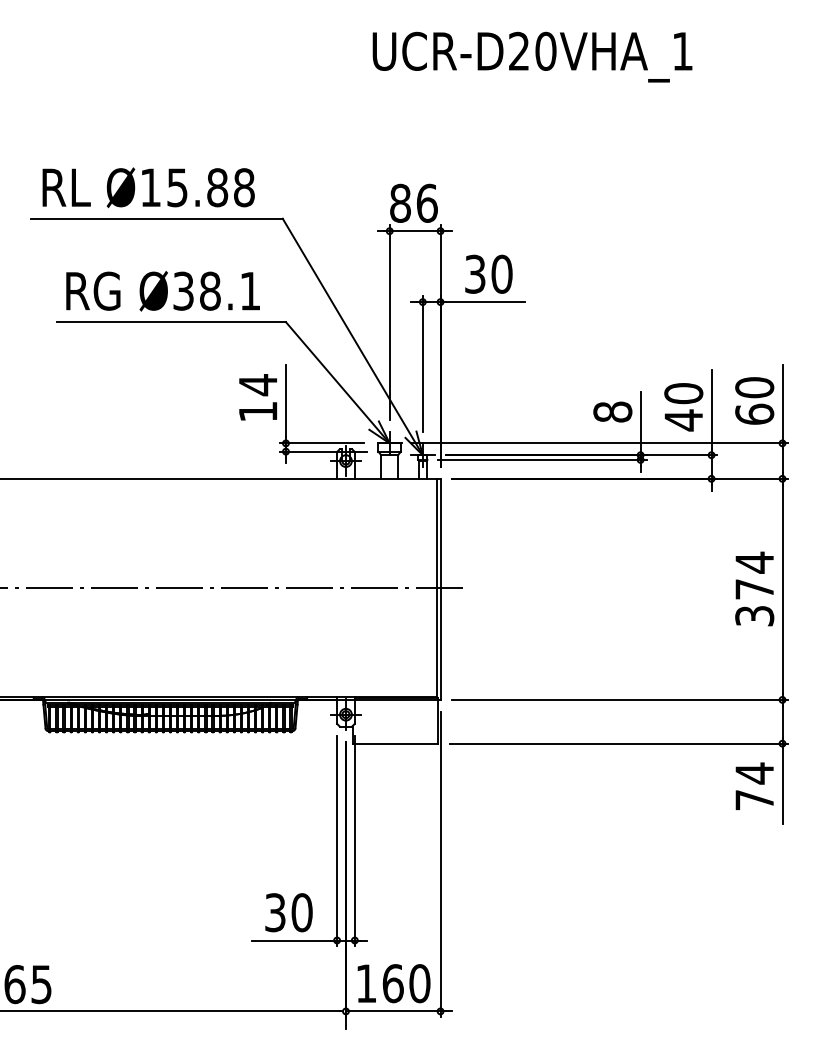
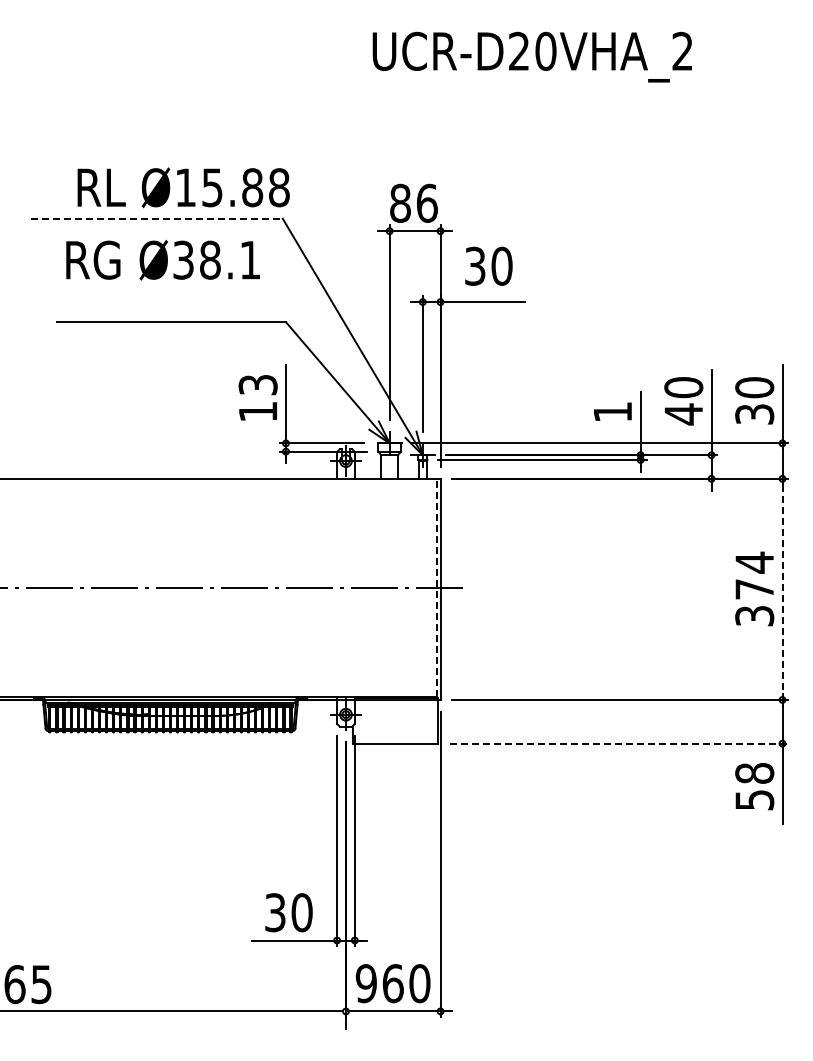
text at (682, 50): UCR-D20VHA_1 -> UCR-D20VHA_2
text at (148, 187) position: (148, 187) -> (183, 187)
line at (156, 218): solid -> dashed
text at (488, 273) position: (488, 273) -> (488, 265)
text at (162, 291) position: (162, 291) -> (162, 260)
text at (257, 385): 14 -> 13
text at (683, 407) position: (683, 407) -> (683, 401)
text at (612, 411): 8 -> 1
text at (754, 413): 60 -> 30
line at (436, 587): solid -> dashed
line at (782, 589): solid -> dashed
line at (619, 743): solid -> dashed
text at (754, 786): 74 -> 58
text at (365, 983): 160 -> 960
